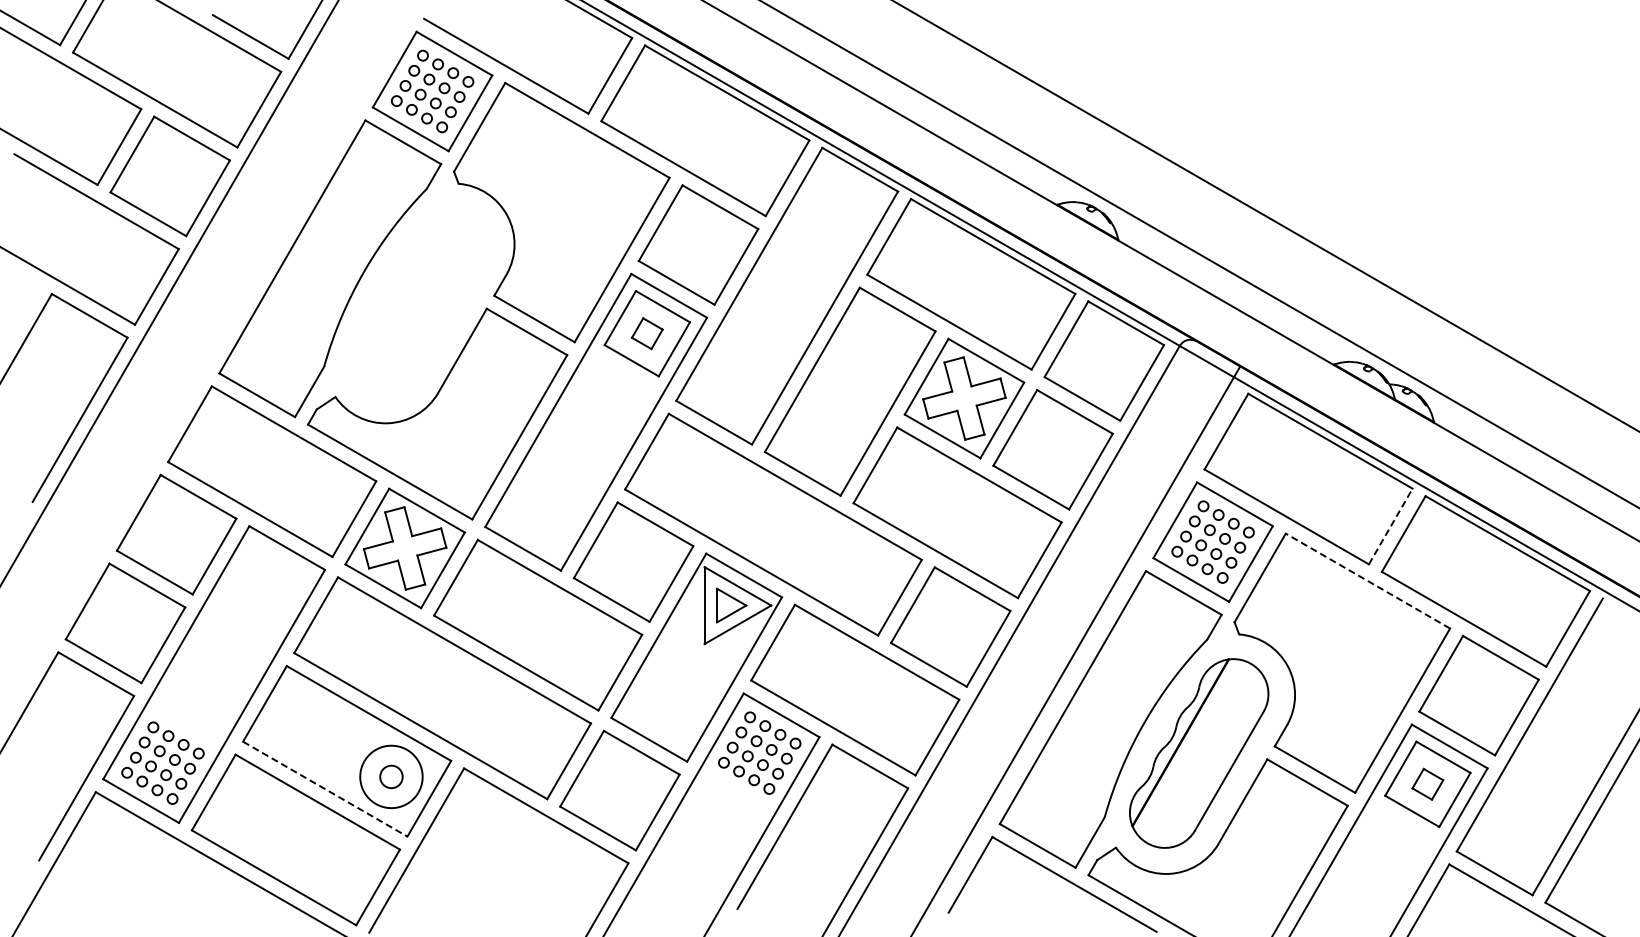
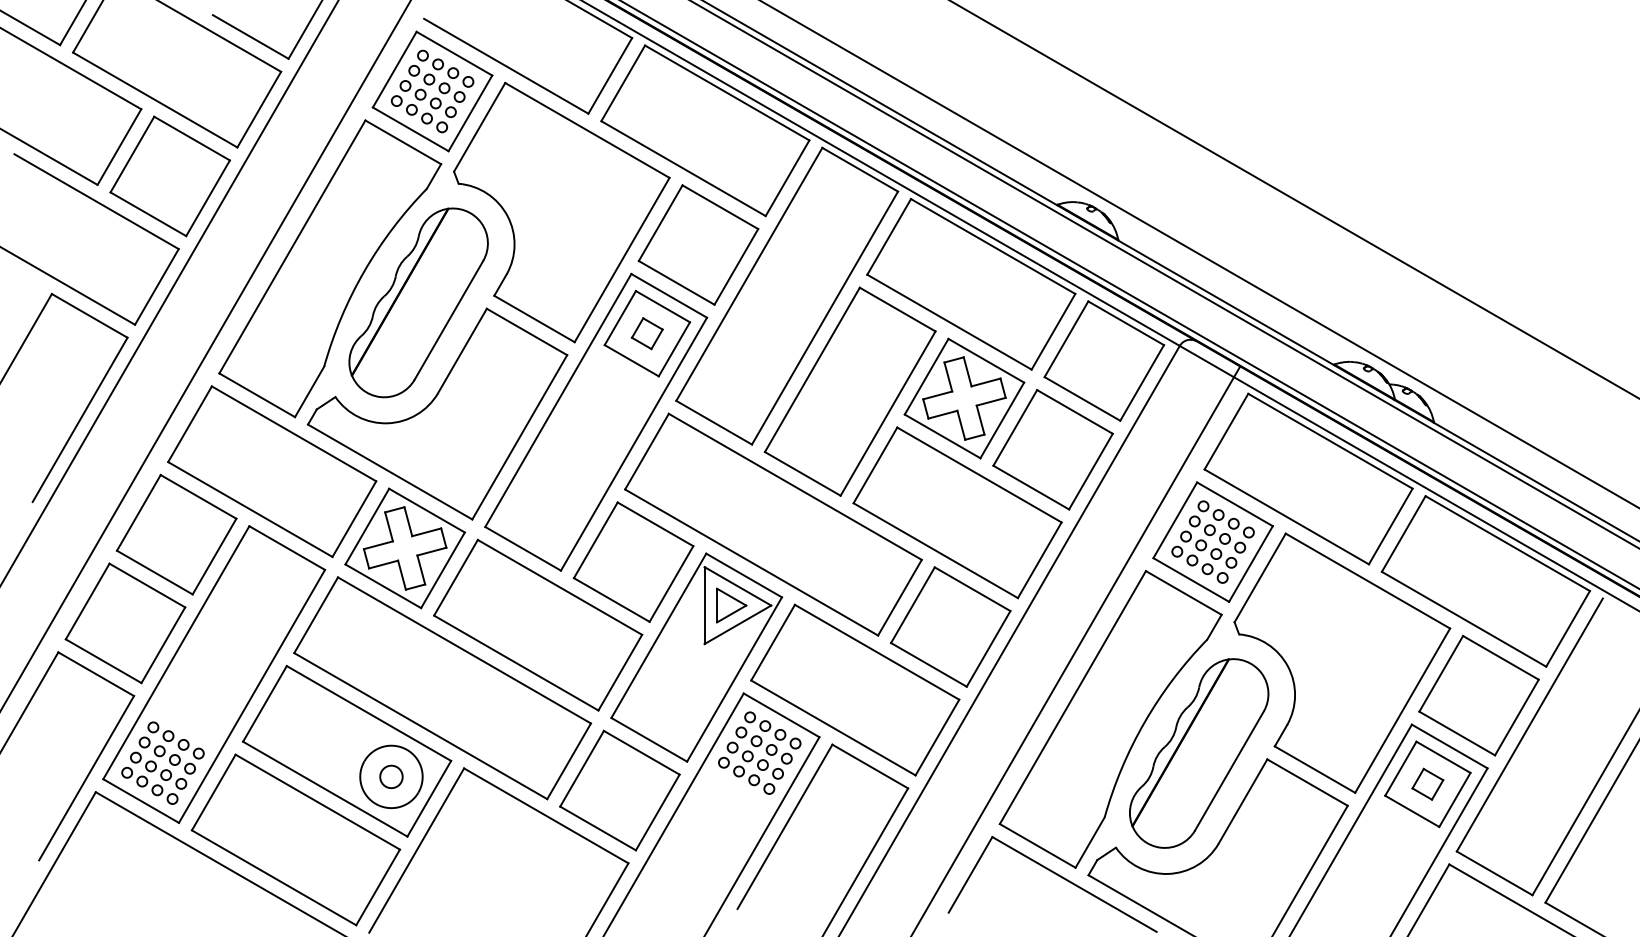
line at (1265, 216) position: (1265, 216) -> (1294, 199)
line at (1164, 274): none -> present
line at (1129, 294): none -> present
part at (418, 302): none -> present
line at (205, 354): none -> present
line at (1390, 526): dashed -> solid
line at (1367, 581): dashed -> solid
line at (325, 789): dashed -> solid
